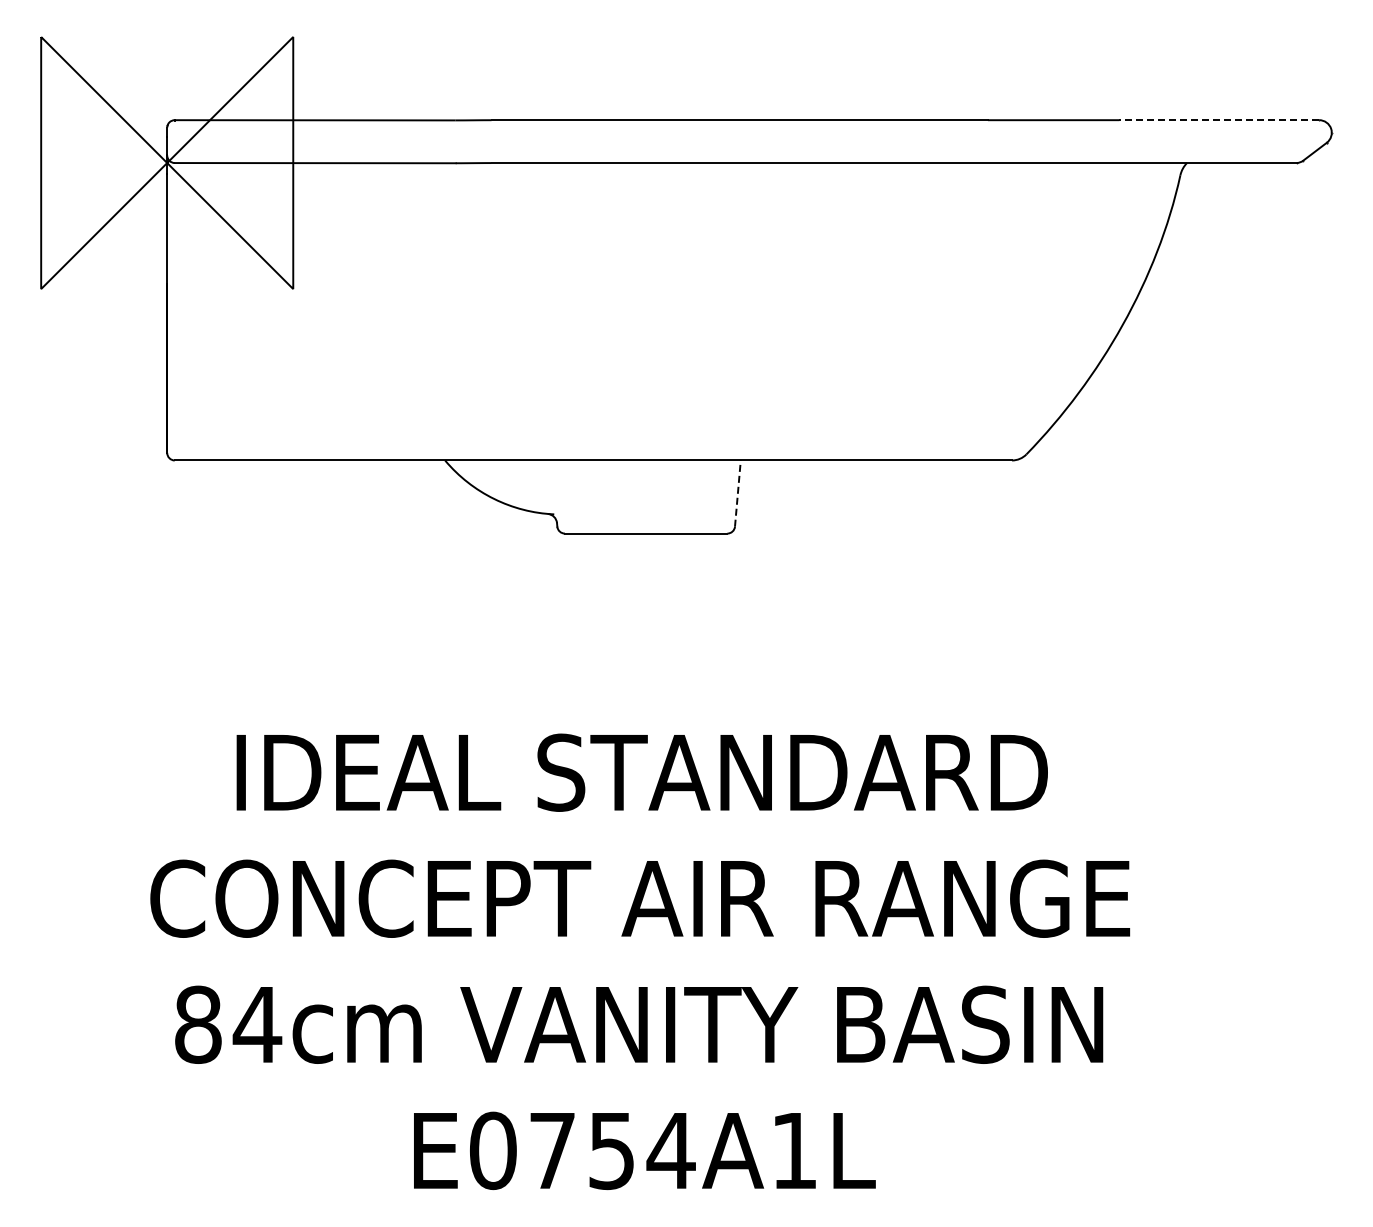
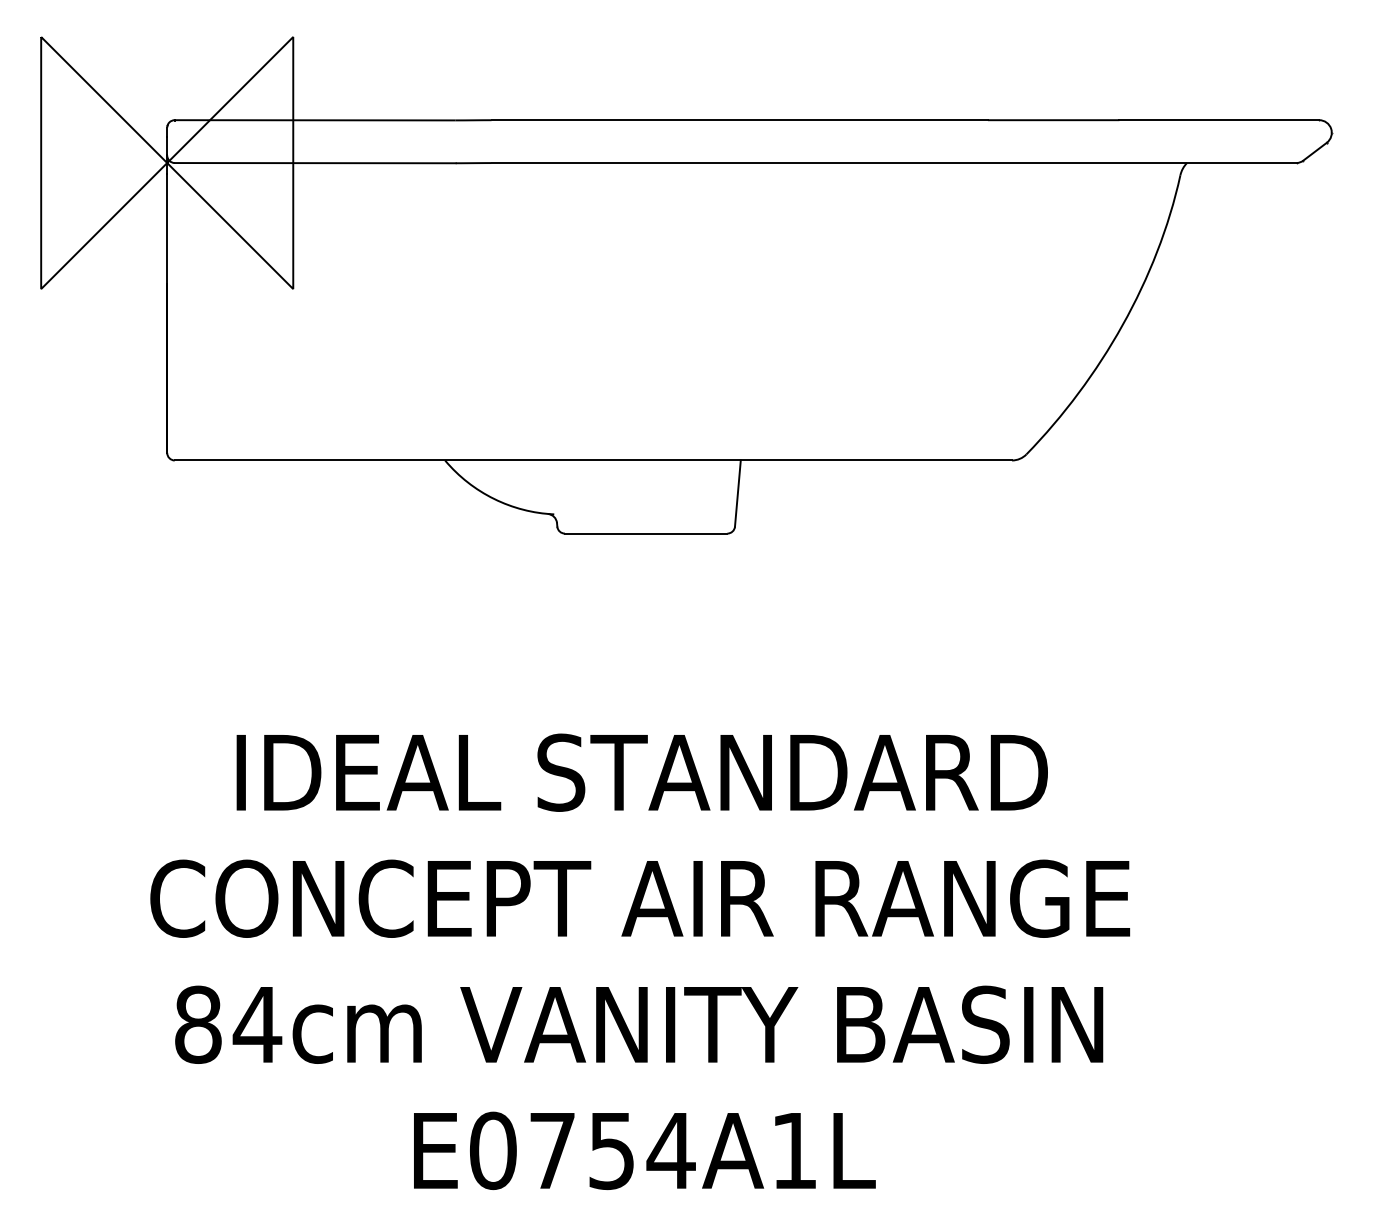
line at (1219, 120): dashed -> solid
line at (737, 493): dashed -> solid
